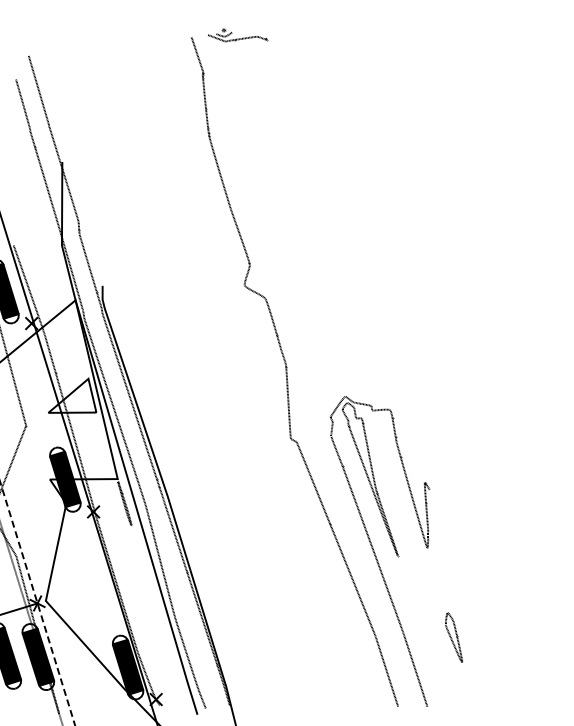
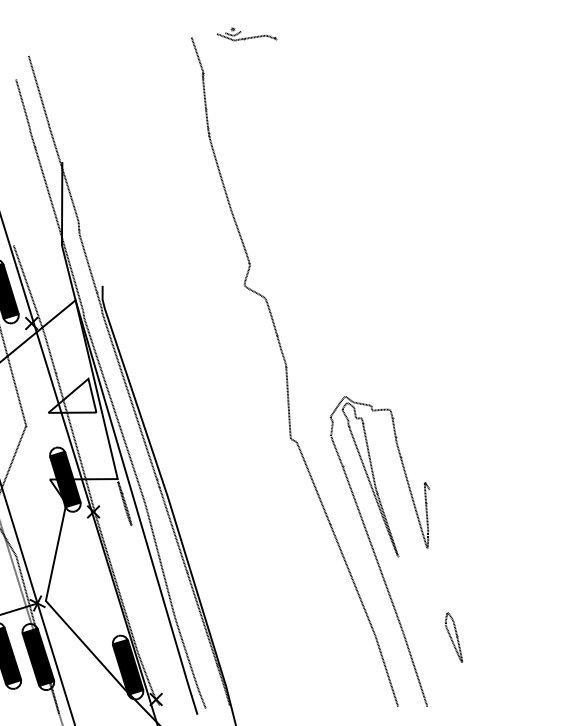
part at (238, 35) position: (238, 35) -> (247, 34)
line at (37, 603): dashed -> solid
